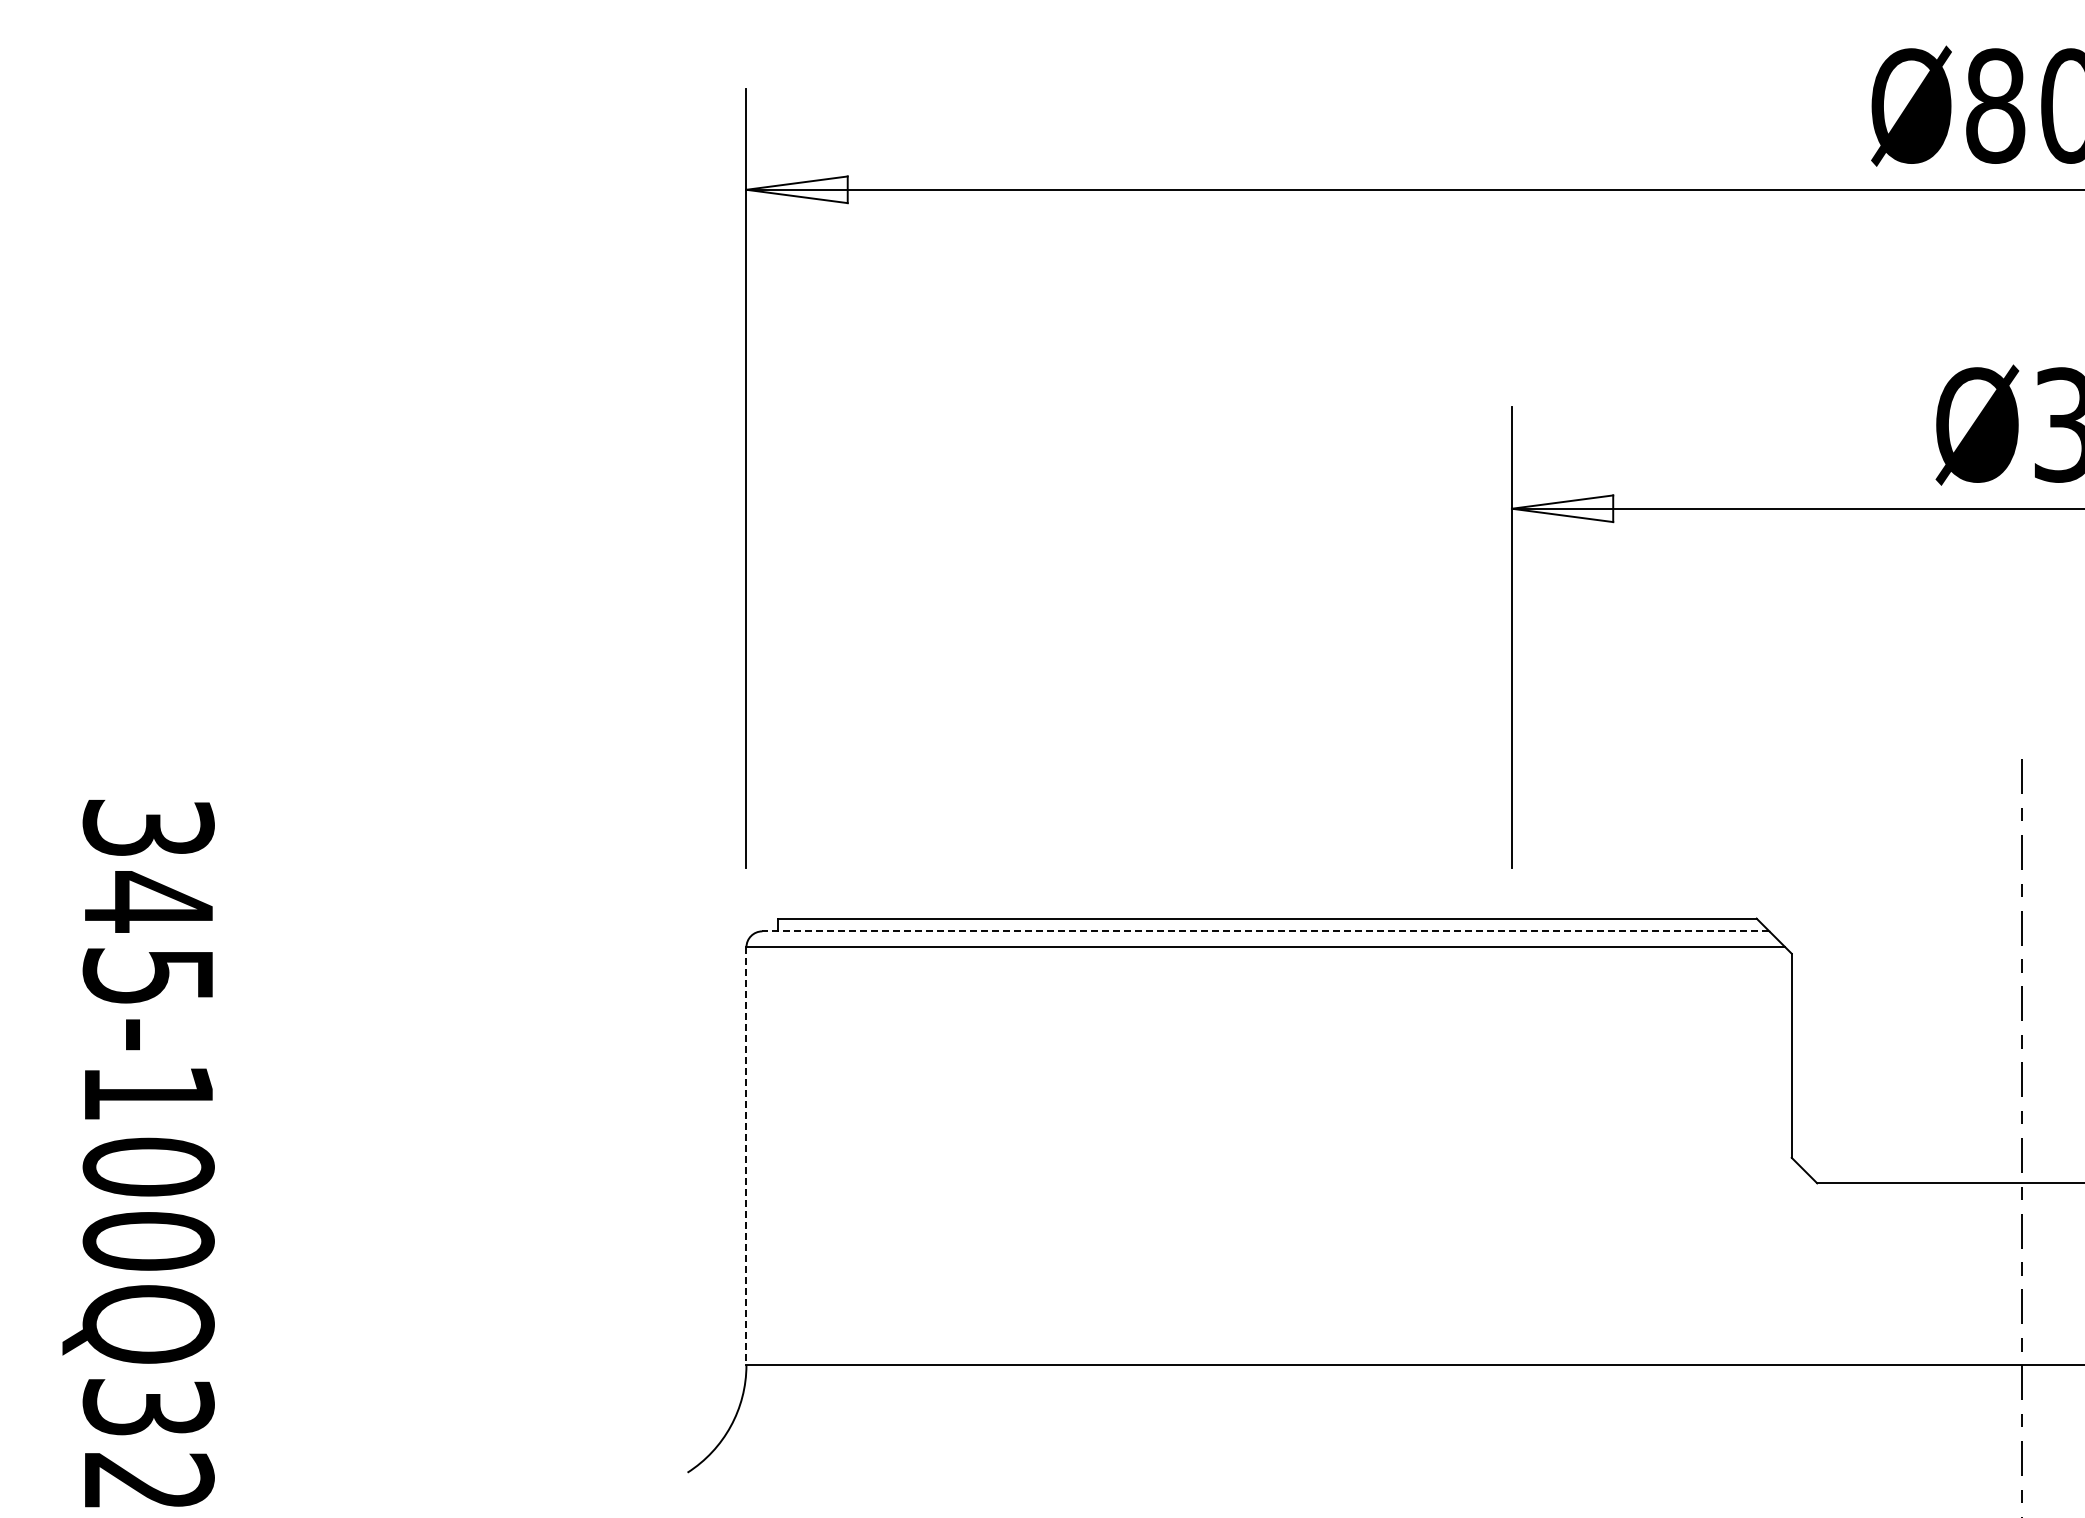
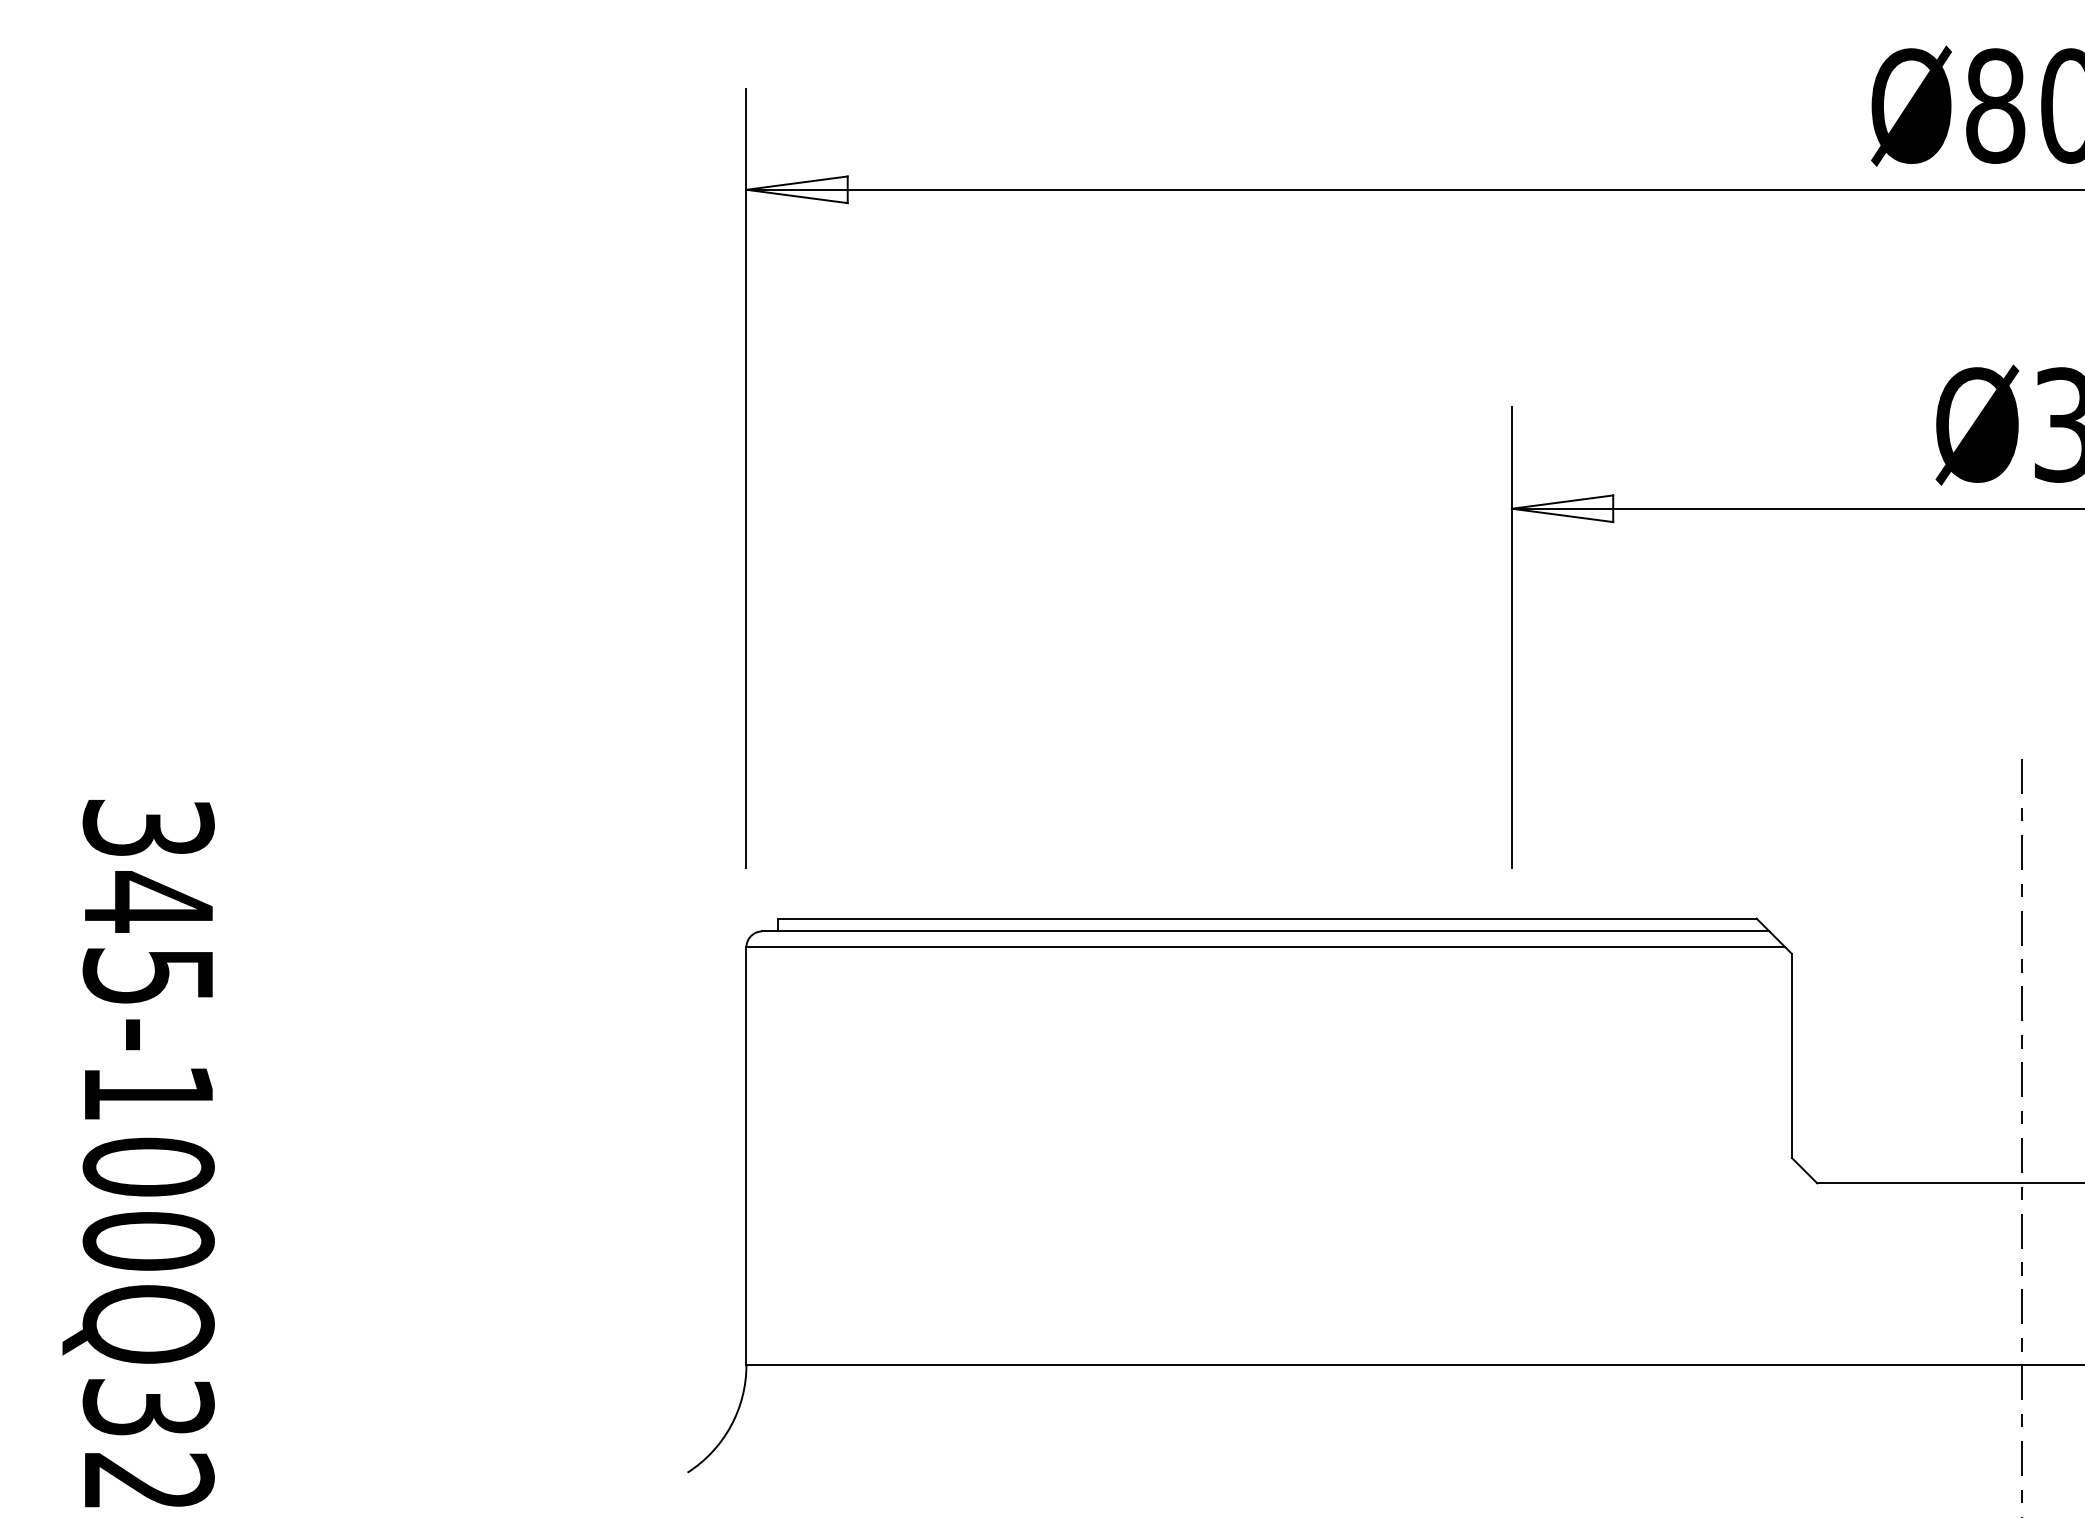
line at (1265, 931): dashed -> solid
line at (746, 1156): dashed -> solid
